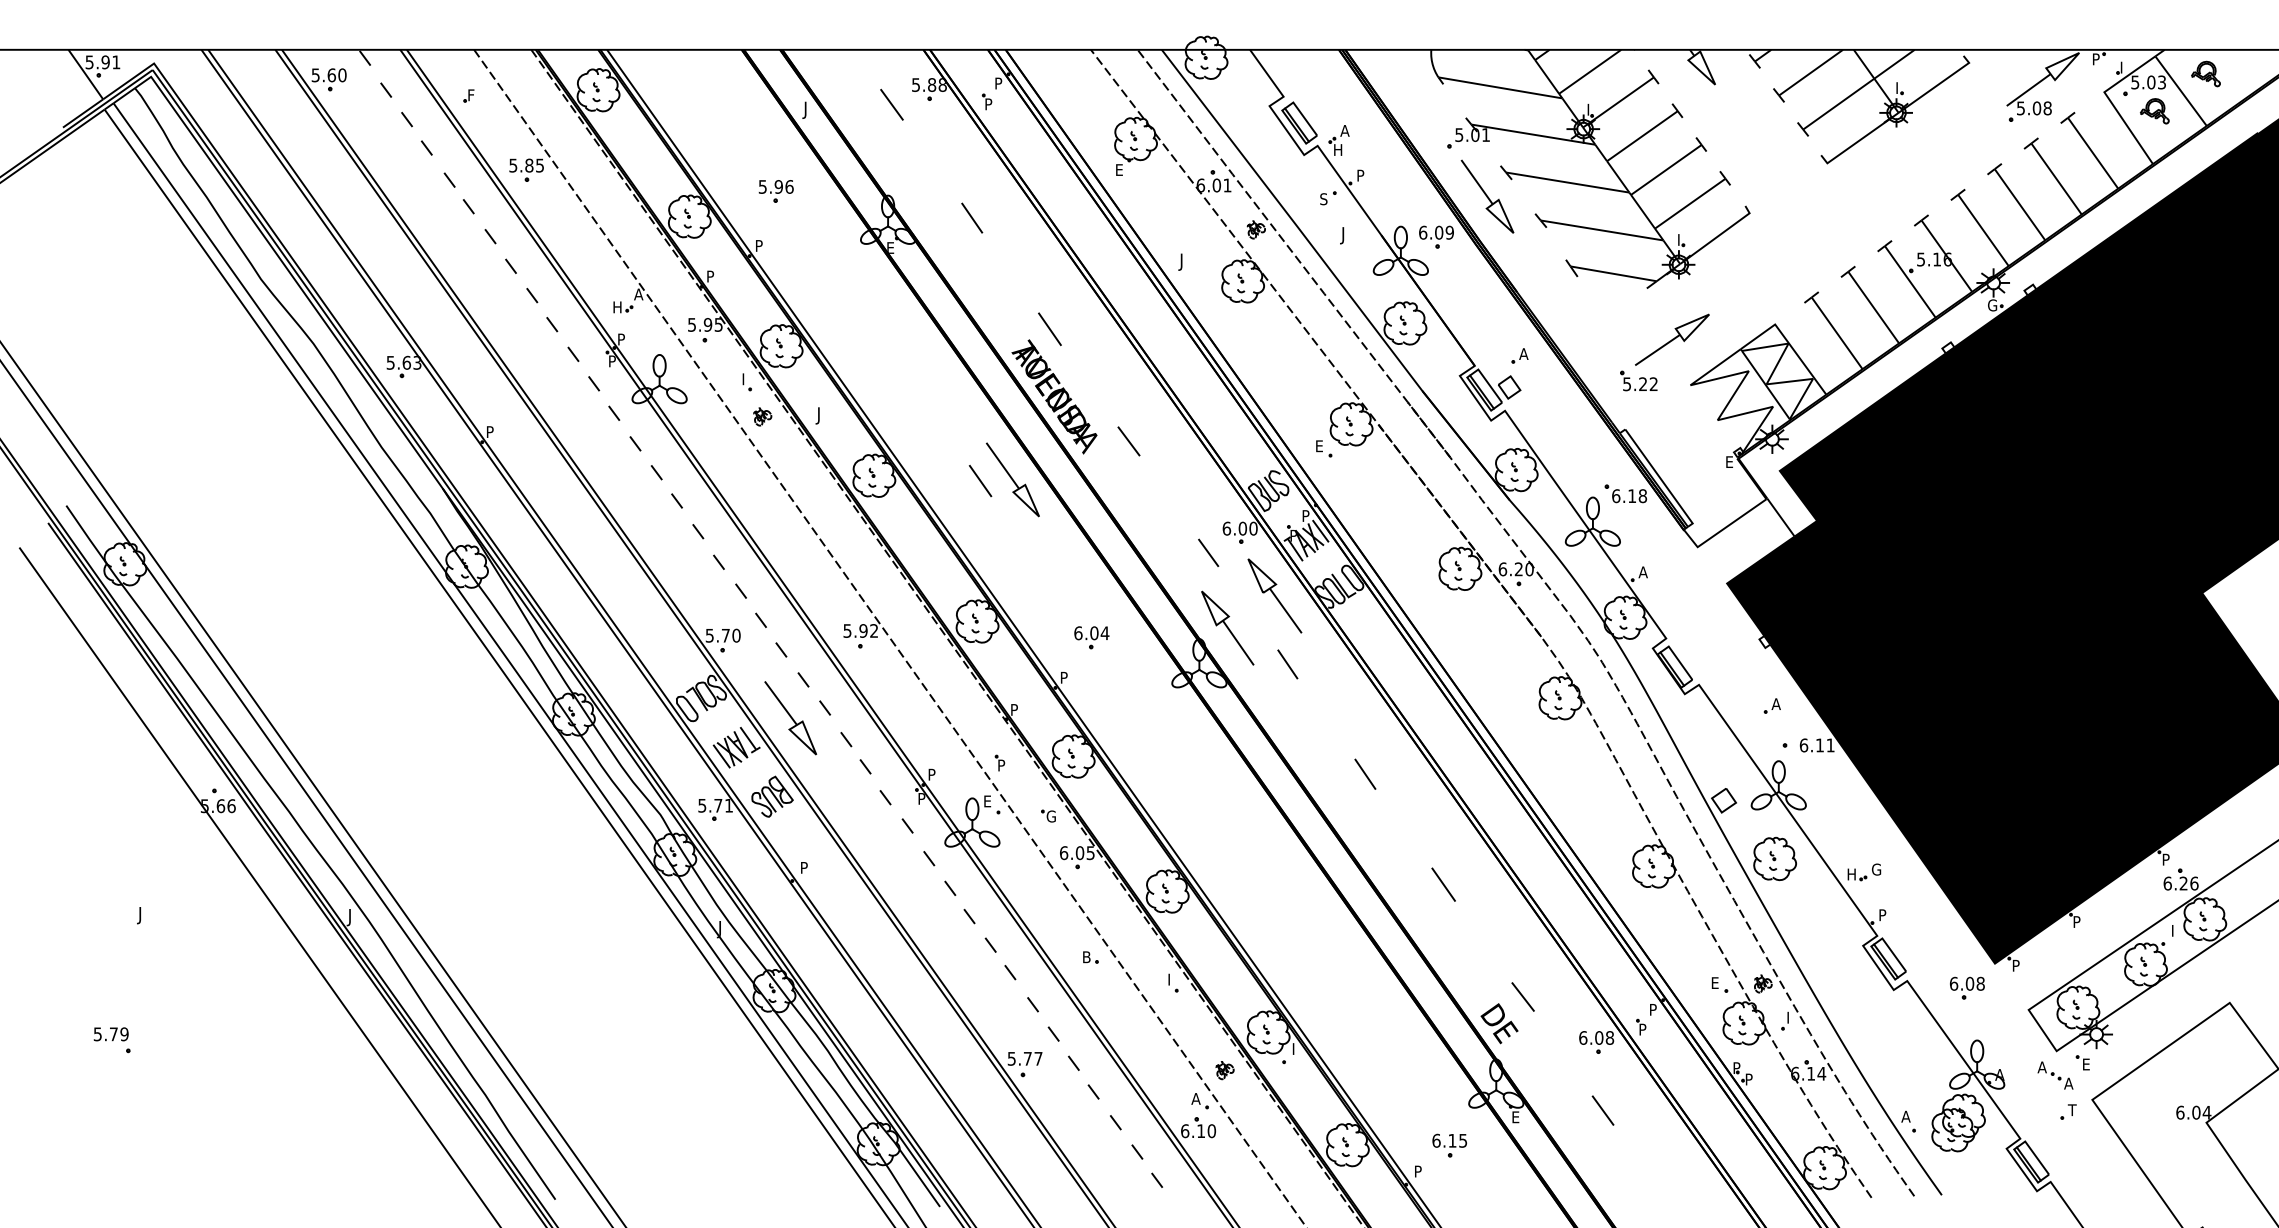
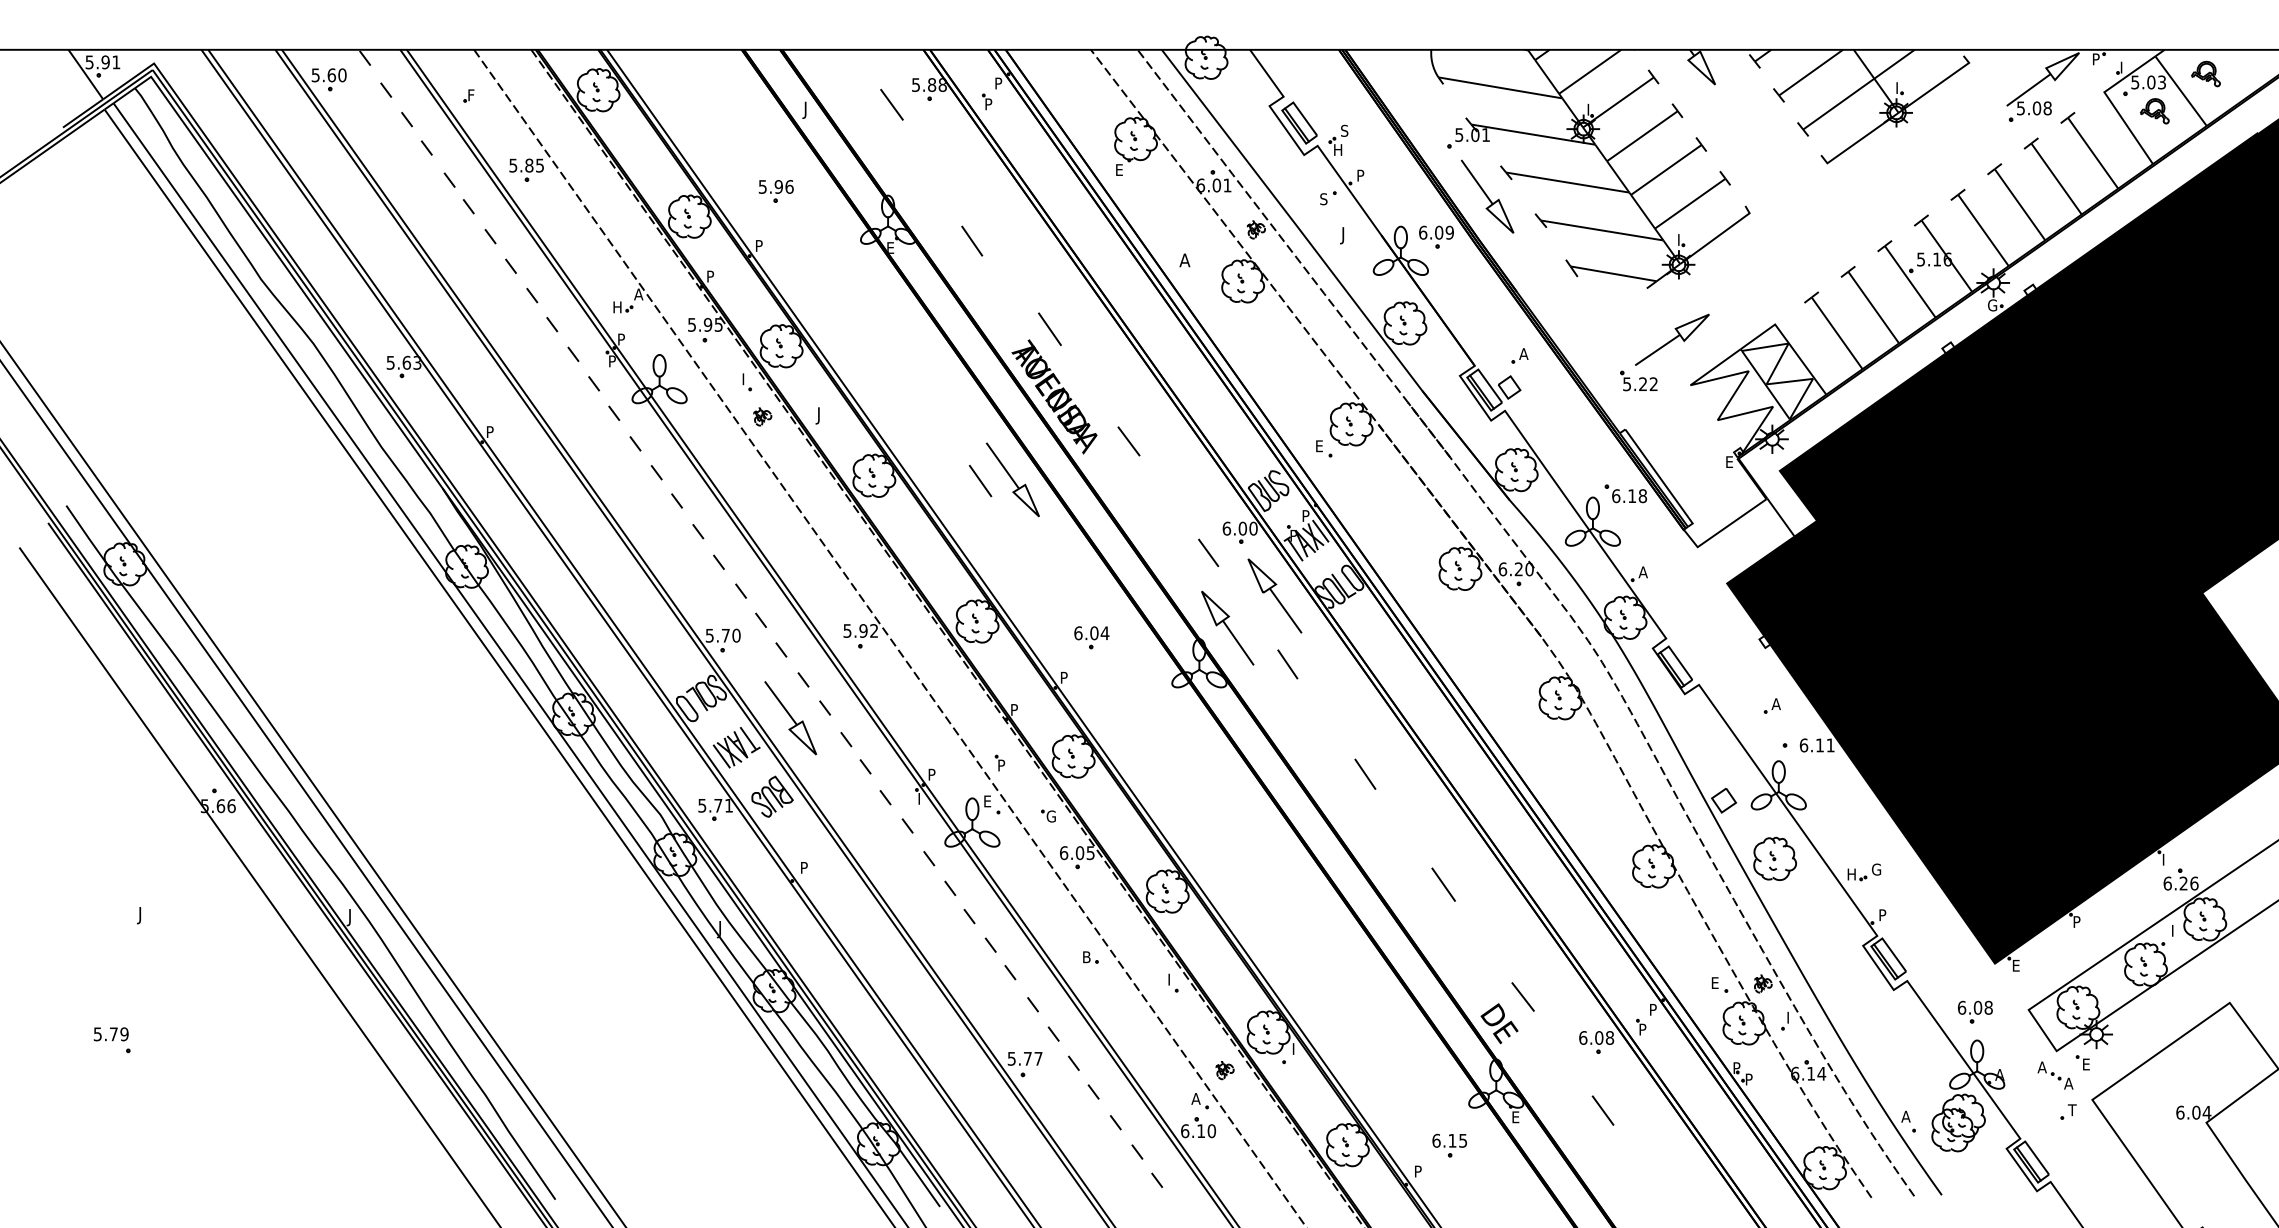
text at (1344, 130): A -> S
line at (972, 217) position: (972, 217) -> (972, 240)
text at (1184, 261): J -> A
text at (922, 796): P -> I
text at (2166, 856): P -> I
text at (2016, 965): P -> E
part at (1967, 987) position: (1967, 987) -> (1975, 1011)
